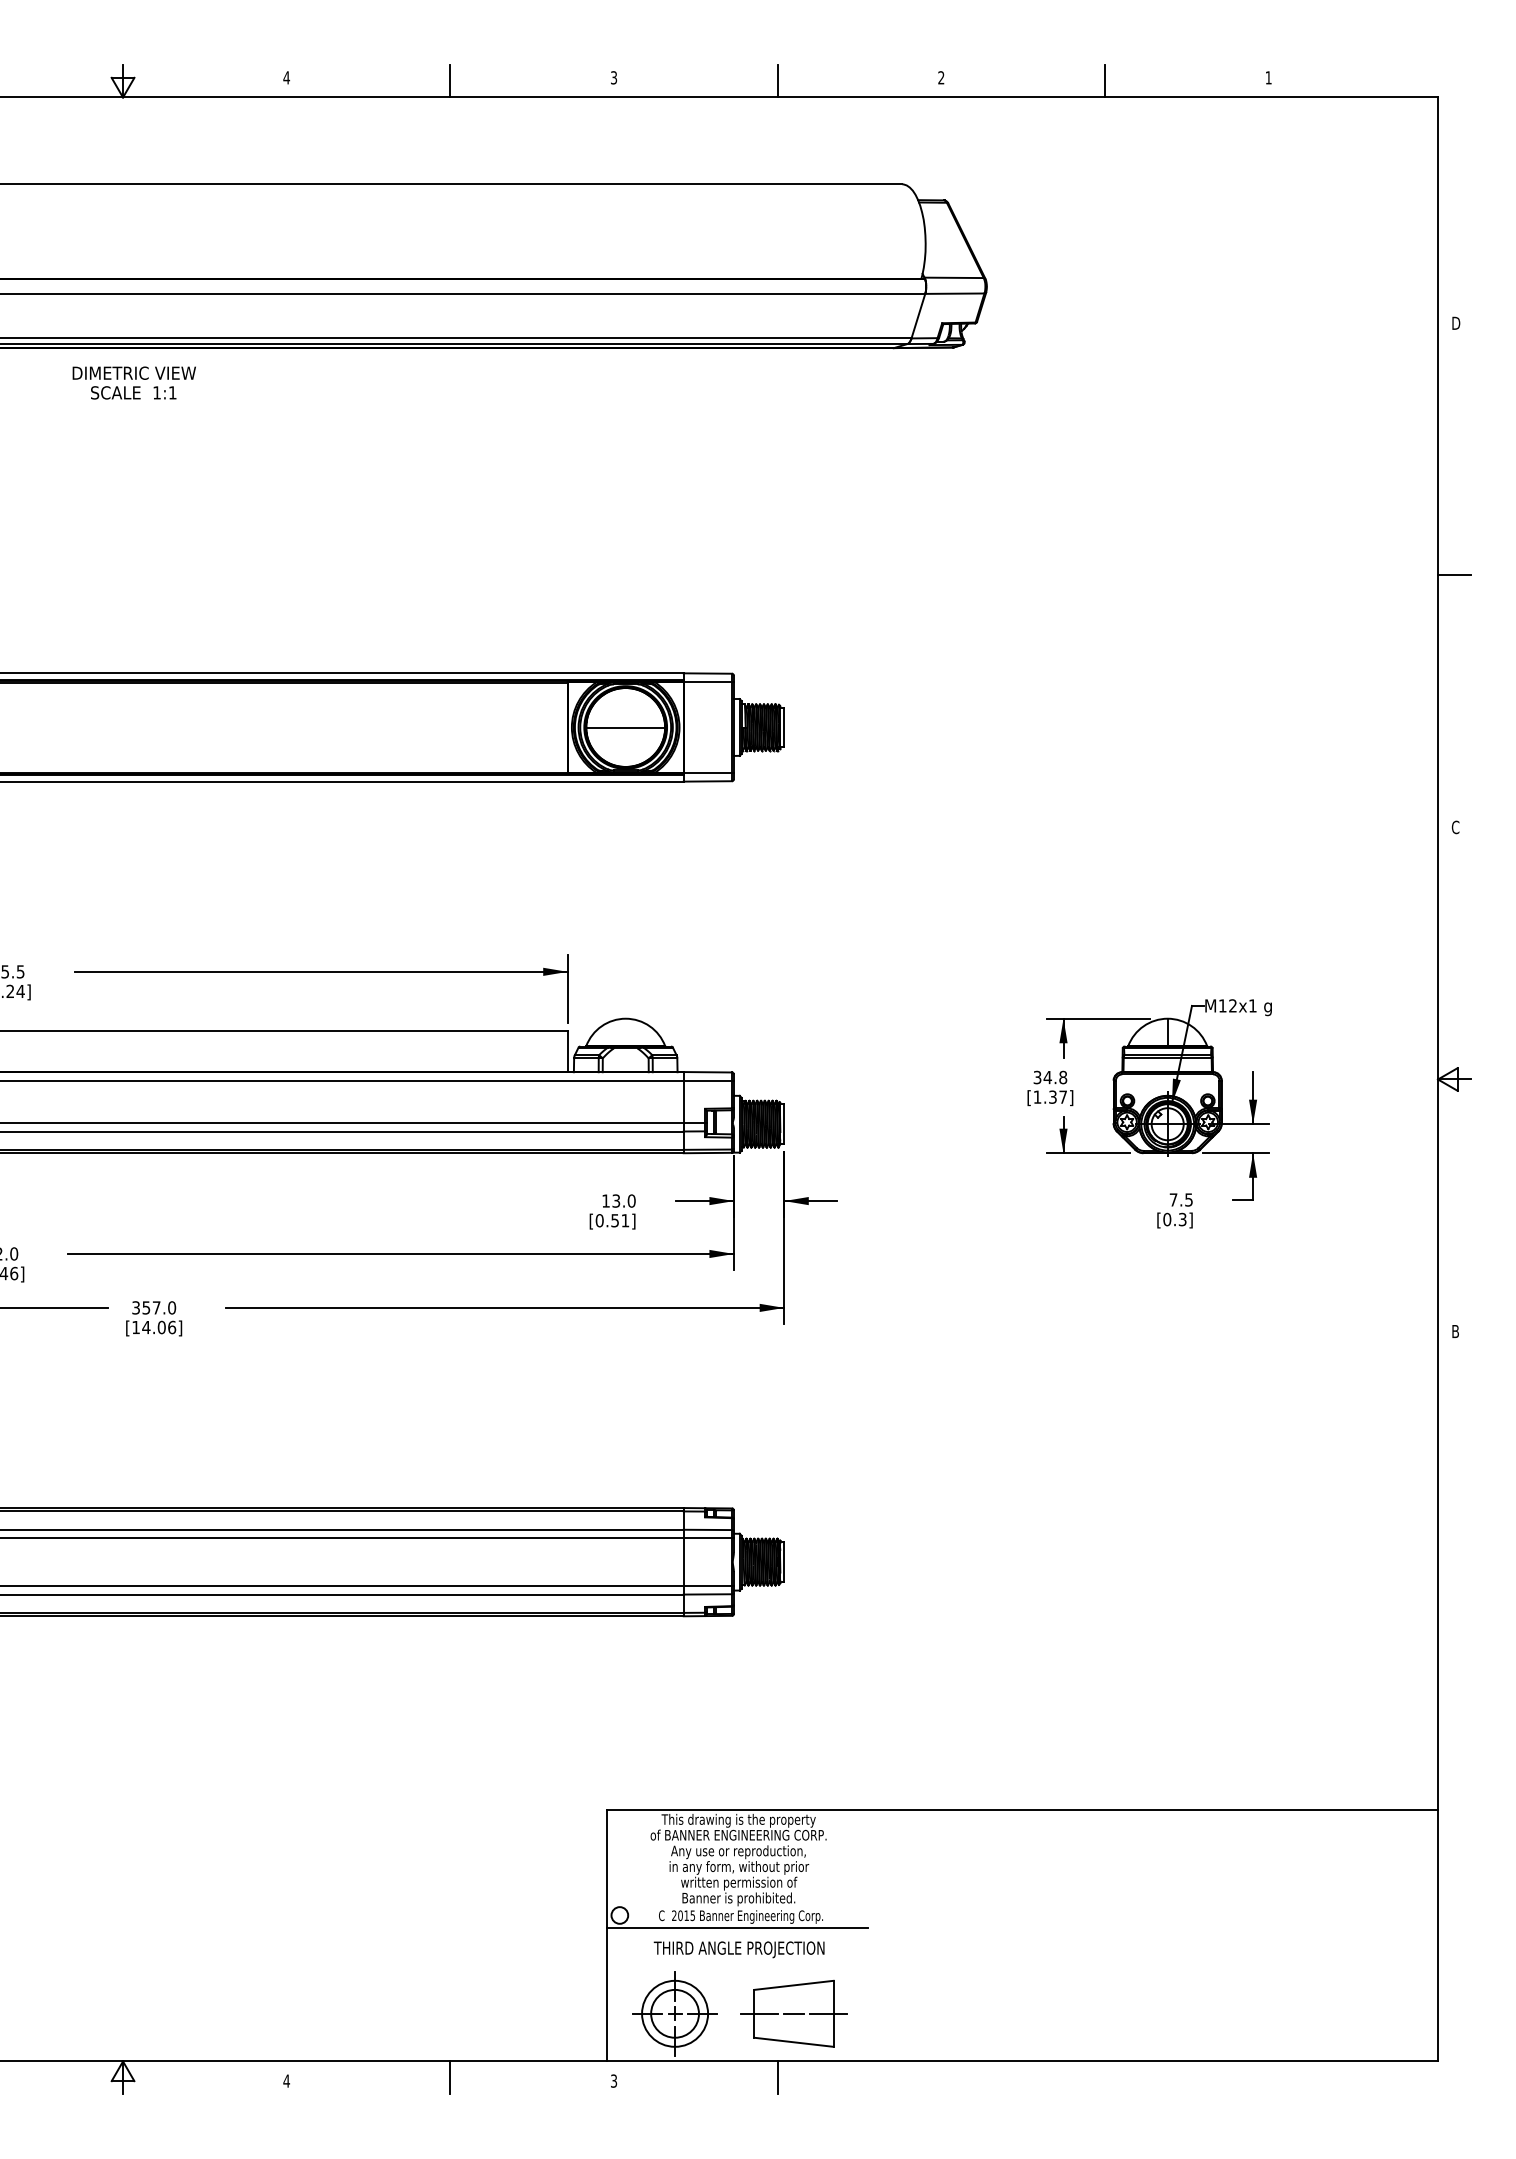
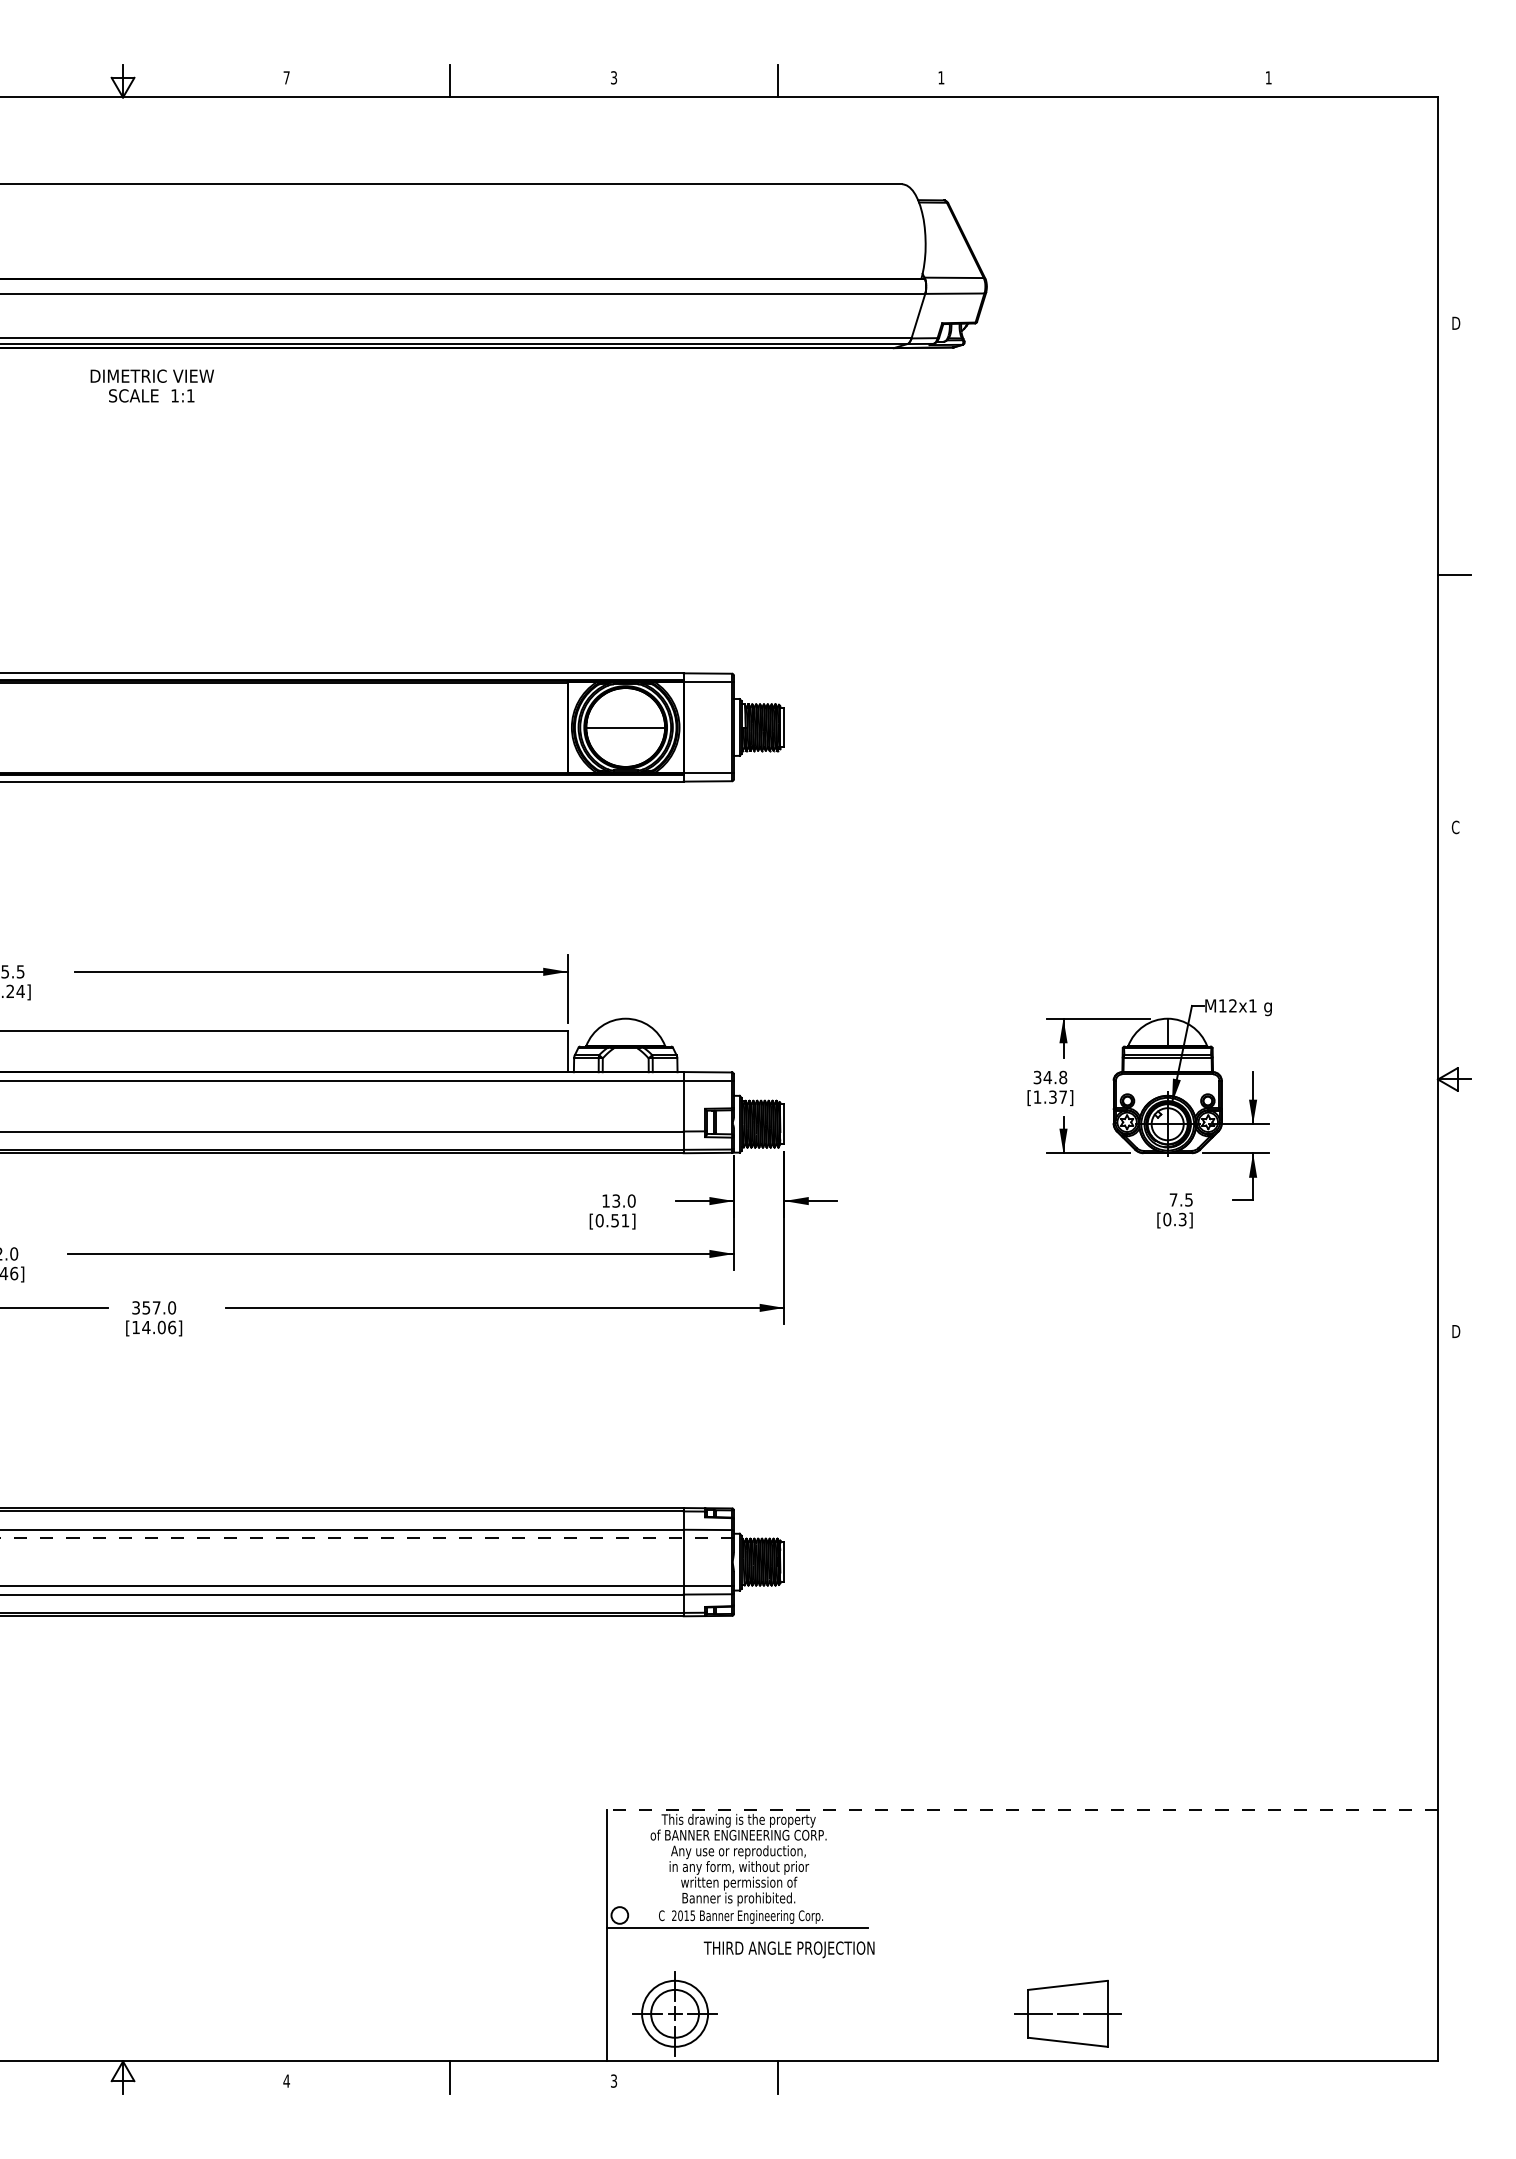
text at (286, 77): 4 -> 7
text at (941, 77): 2 -> 1
line at (1105, 80): present -> none
text at (133, 382) position: (133, 382) -> (151, 385)
line at (354, 1123): present -> none
text at (1456, 1331): B -> D
line at (367, 1537): solid -> dashed
line at (1022, 1810): solid -> dashed
text at (738, 1949) position: (738, 1949) -> (788, 1949)
part at (793, 2013) position: (793, 2013) -> (1067, 2013)
